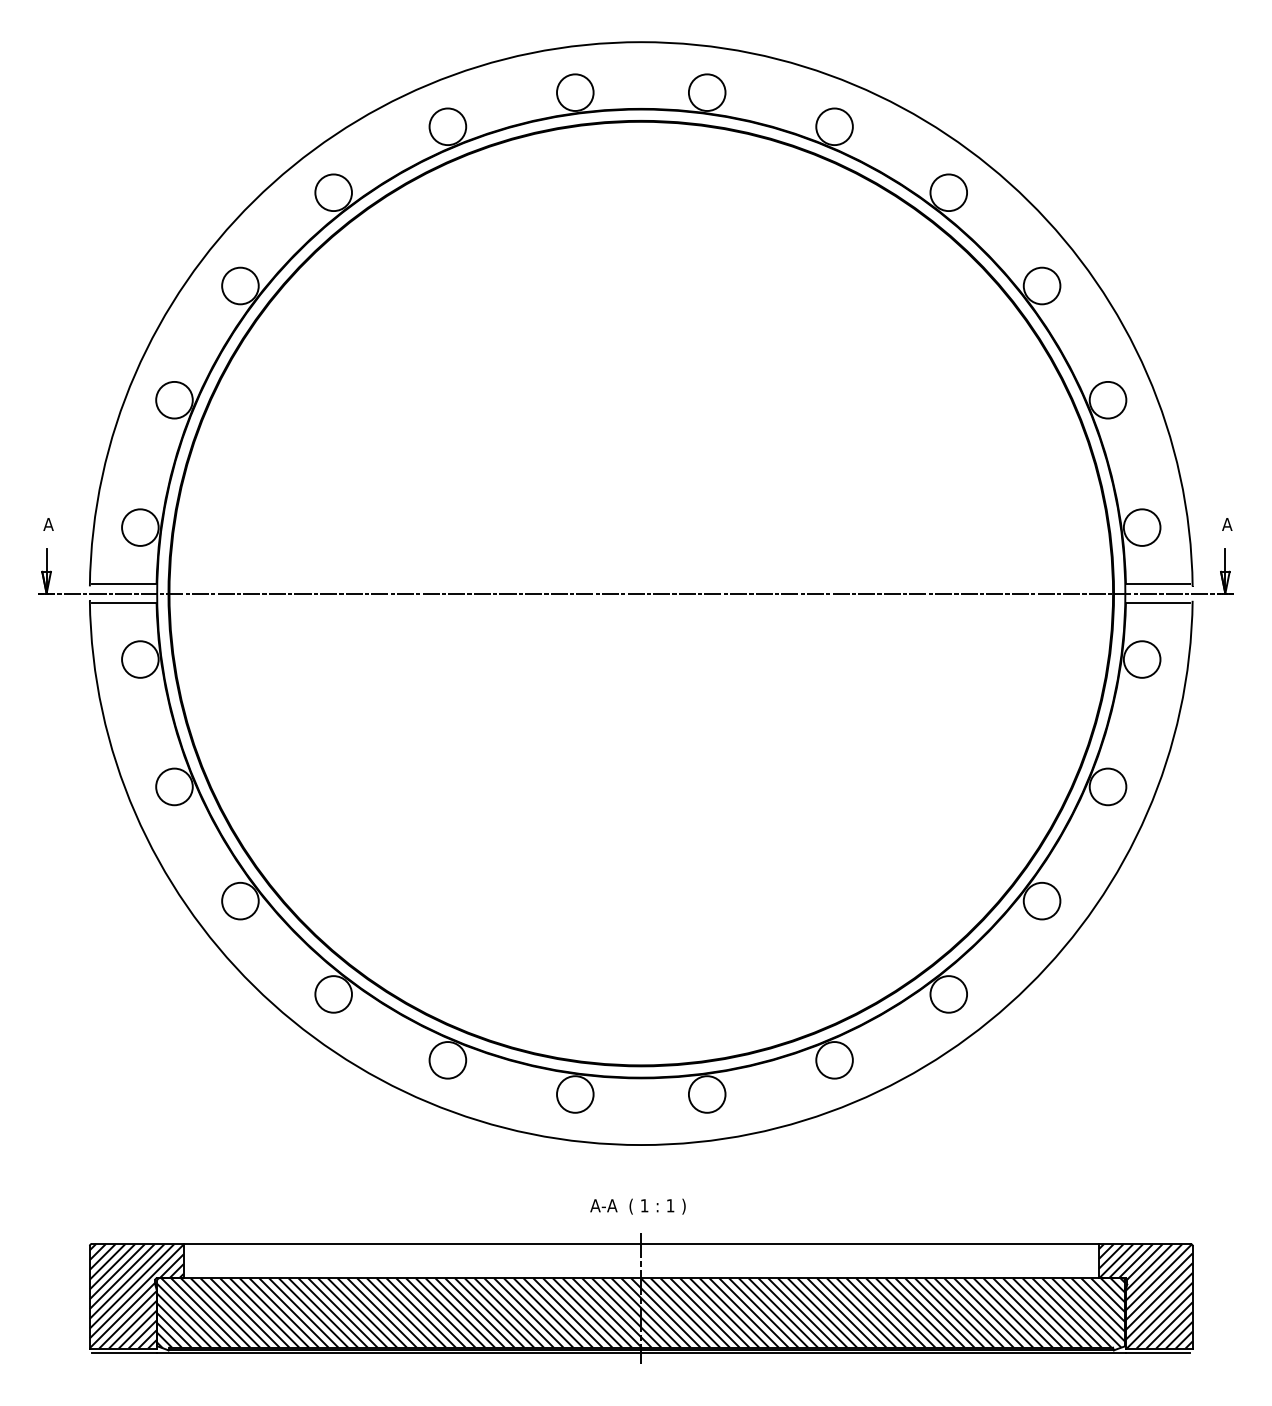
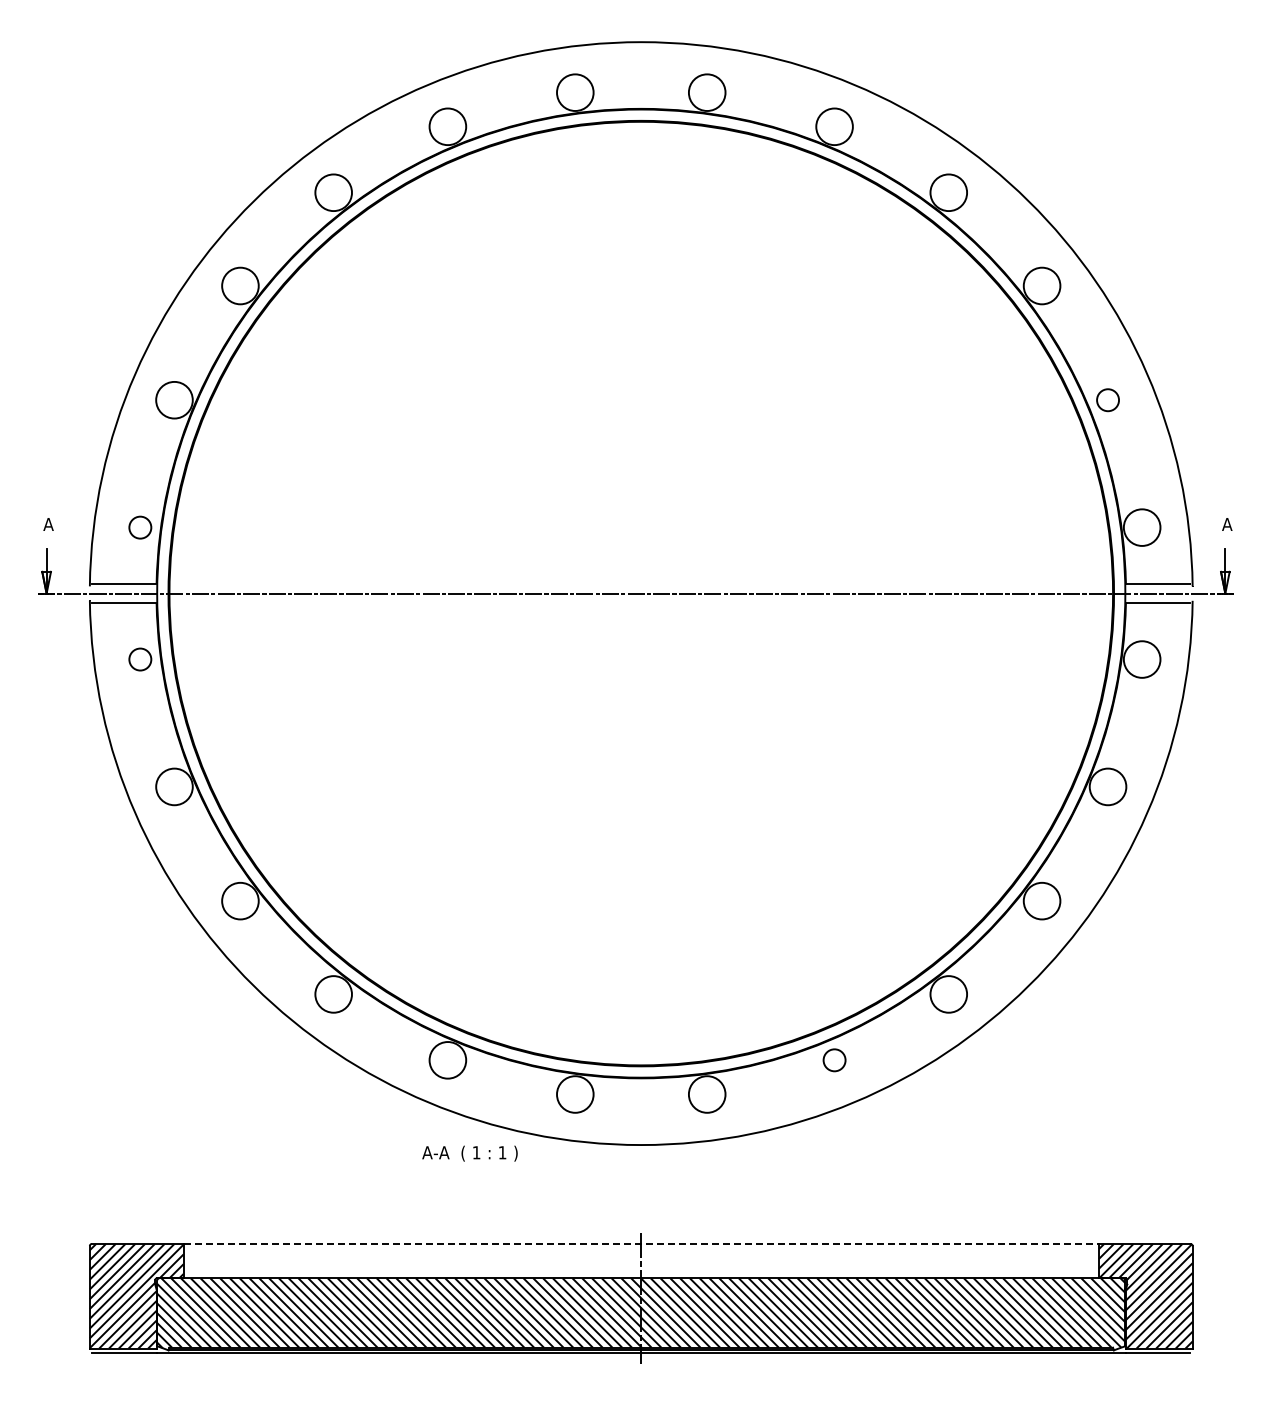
circle at (1107, 399) diameter: 37 px -> 22 px
circle at (140, 527) diameter: 37 px -> 22 px
circle at (140, 659) diameter: 37 px -> 22 px
circle at (834, 1060) diameter: 37 px -> 22 px
text at (637, 1206) position: (637, 1206) -> (469, 1153)
line at (641, 1243): solid -> dashed
